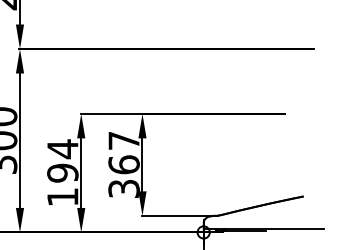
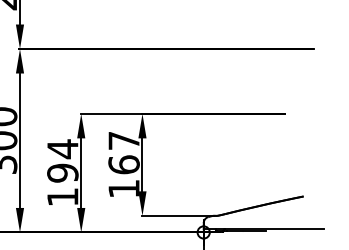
text at (123, 188): 367 -> 167
